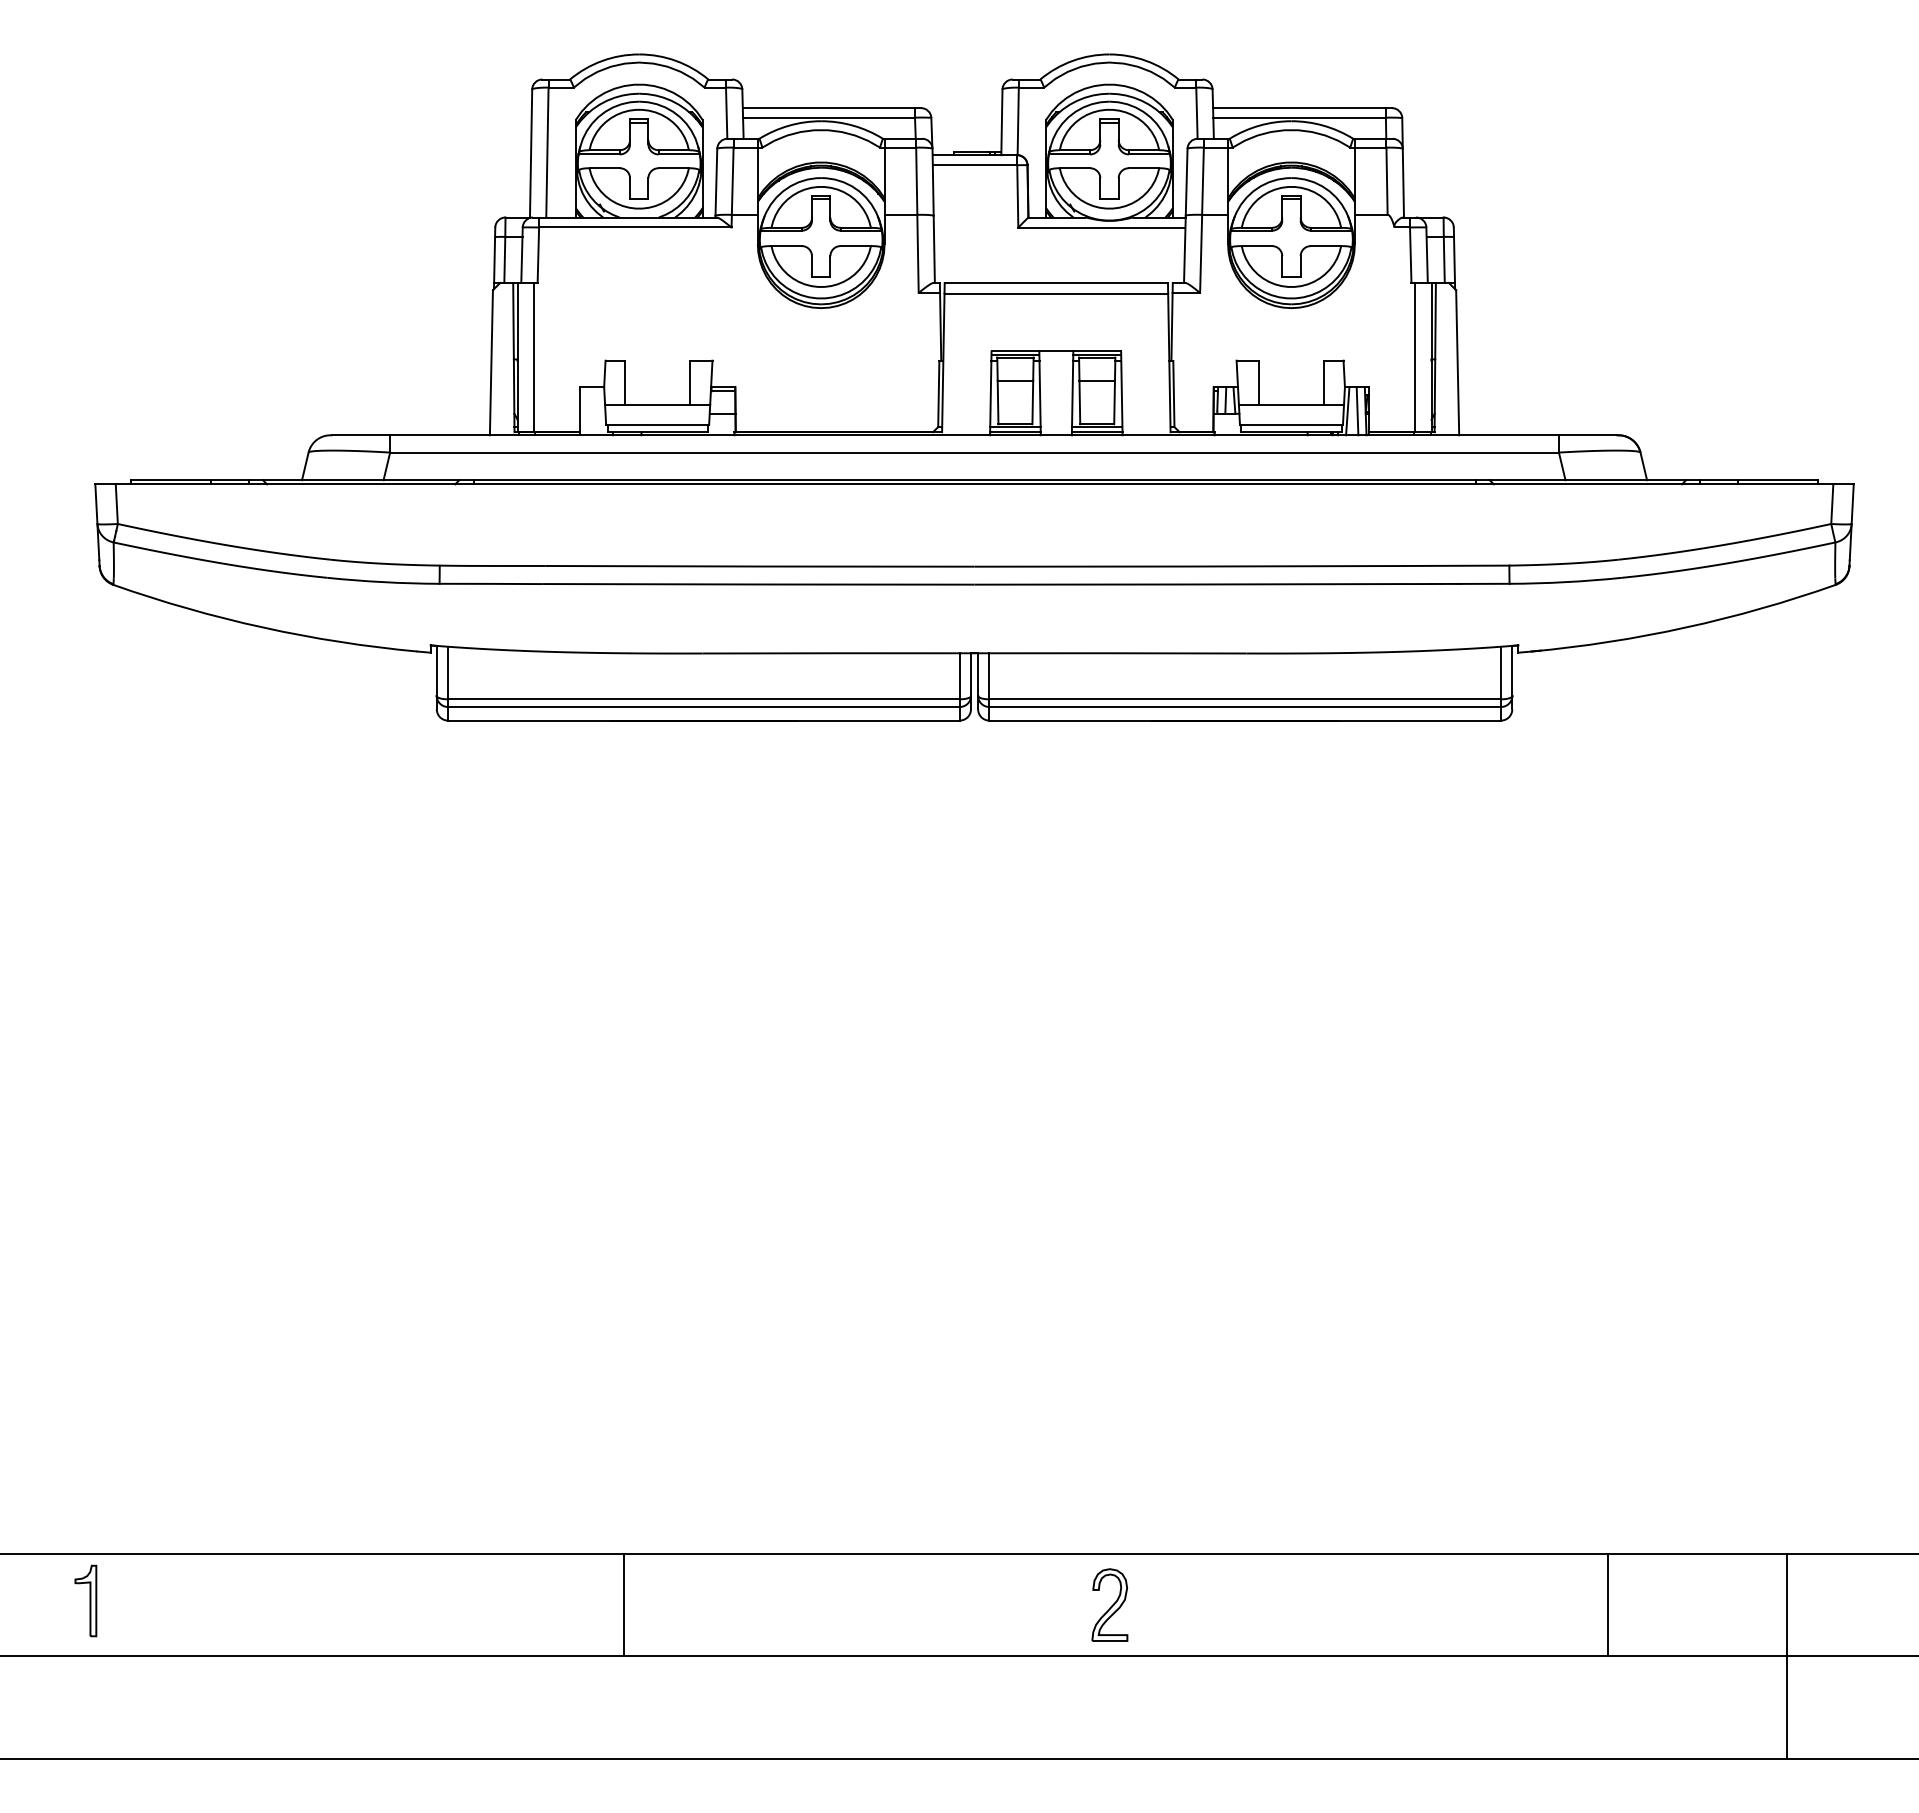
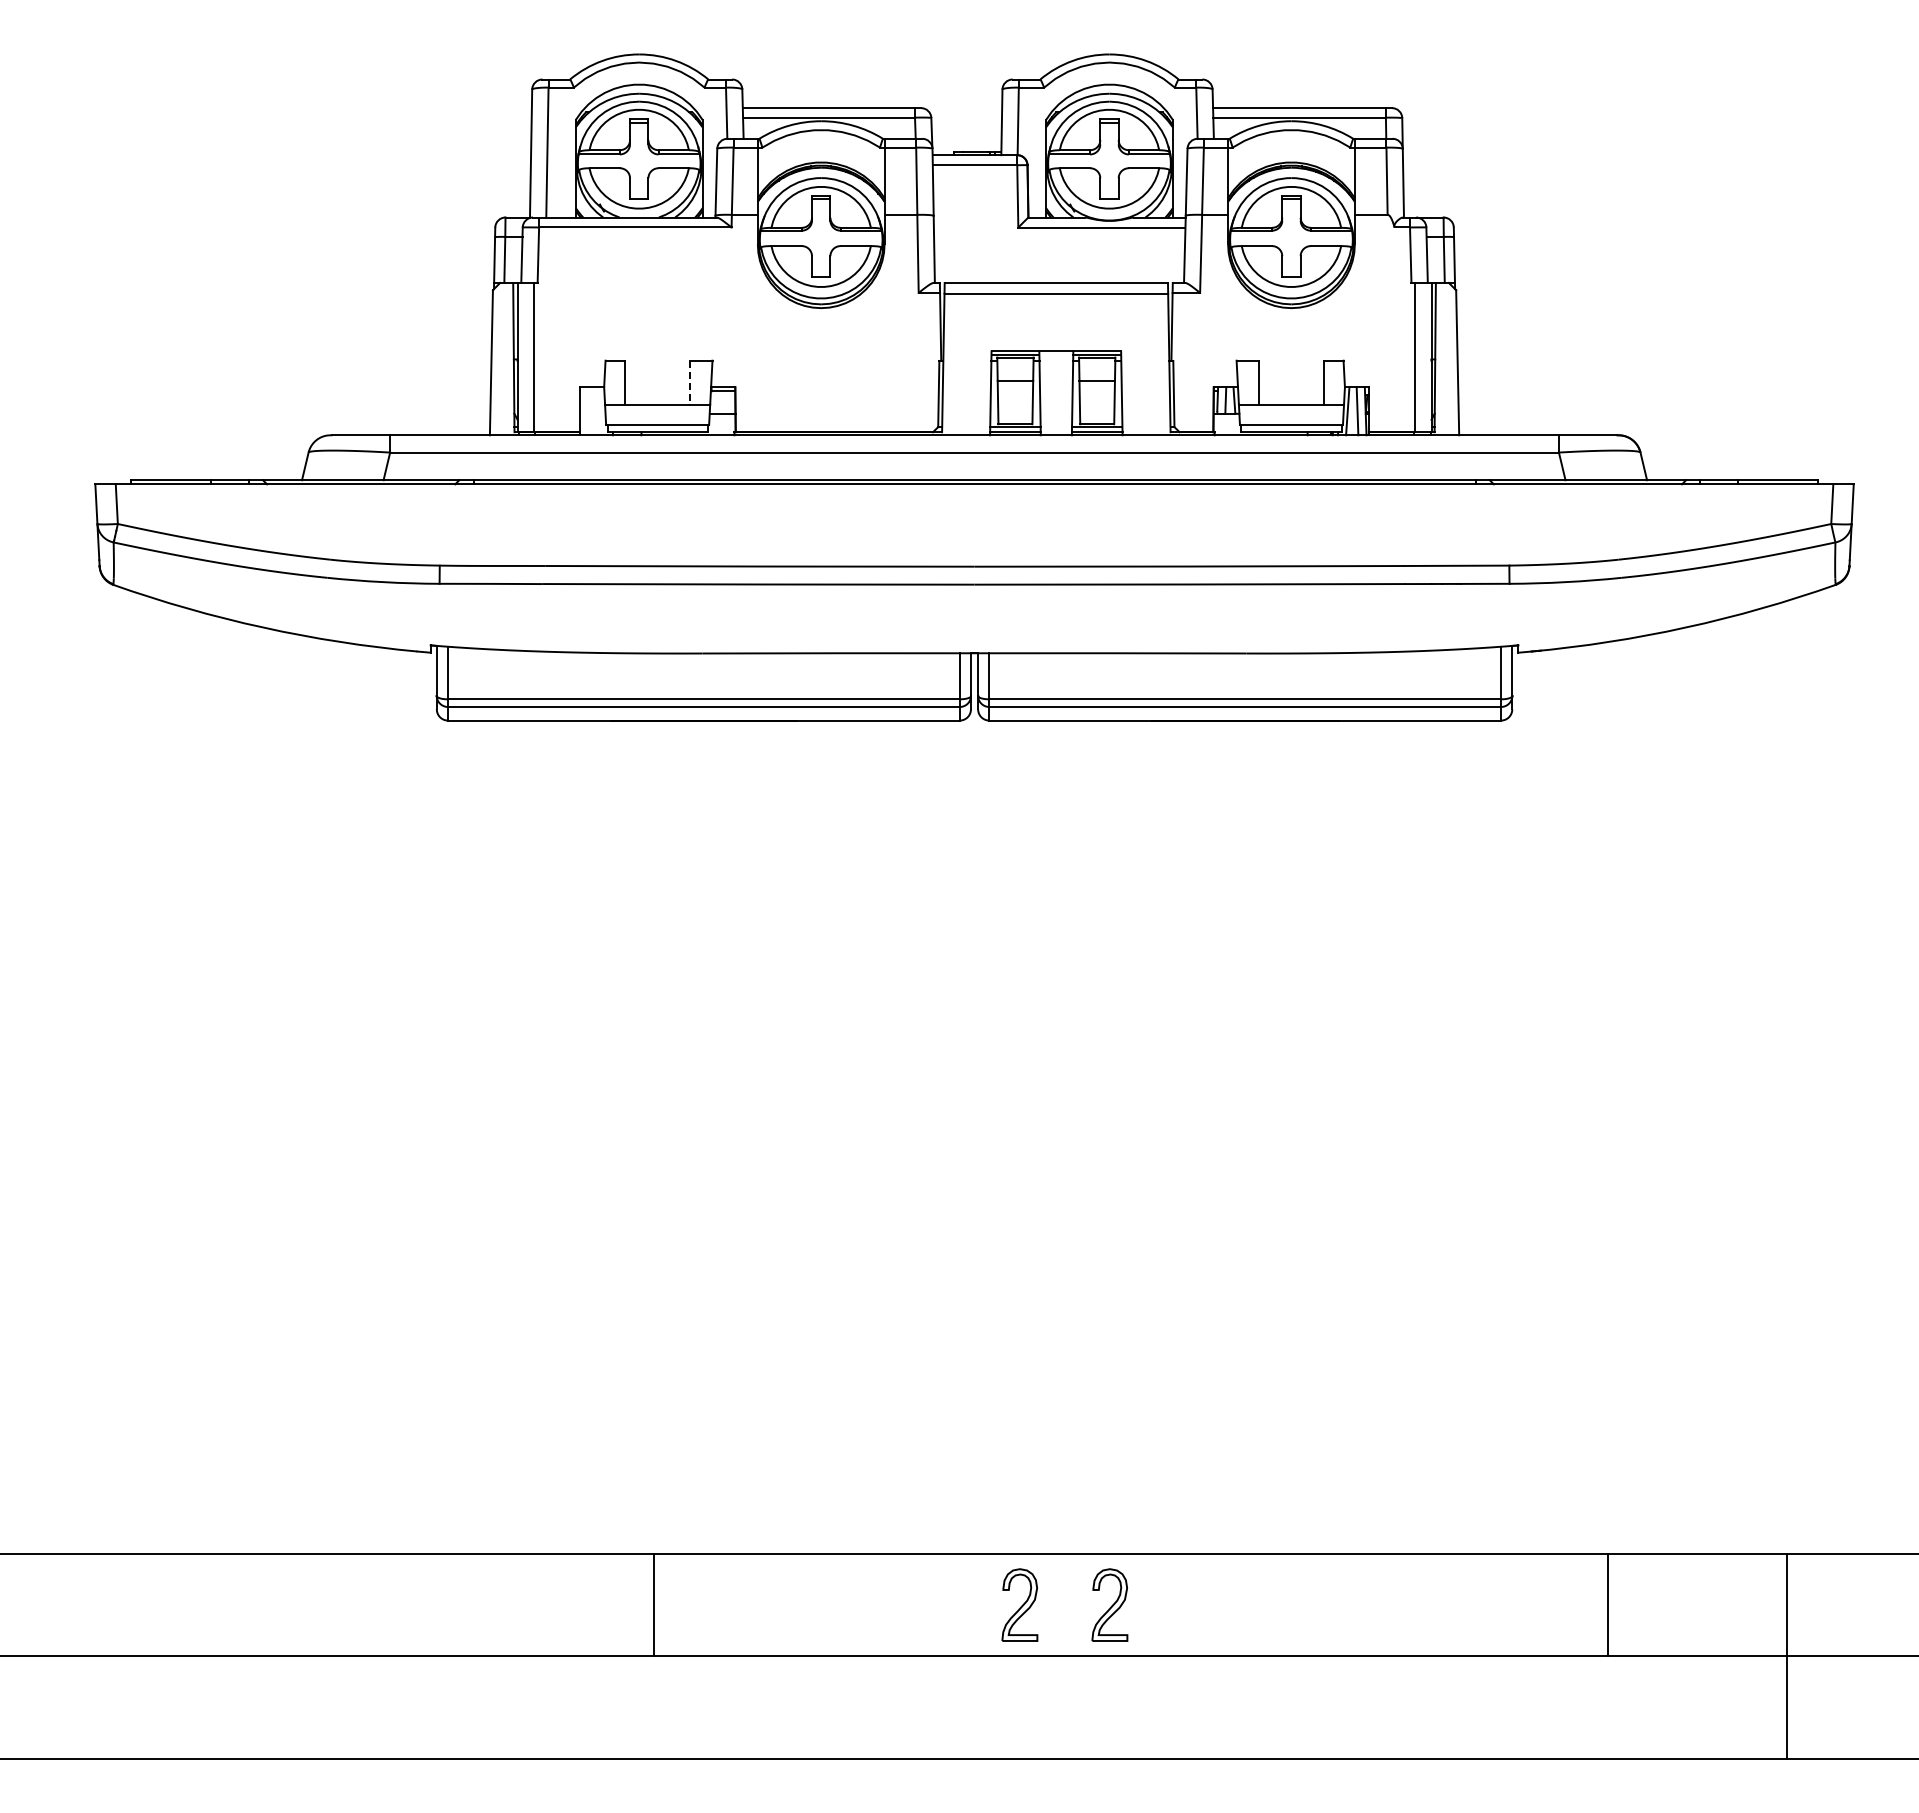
line at (690, 382): solid -> dashed
part at (85, 1600): present -> none
part at (1019, 1604): none -> present
line at (623, 1605) position: (623, 1605) -> (653, 1605)
